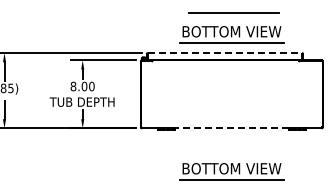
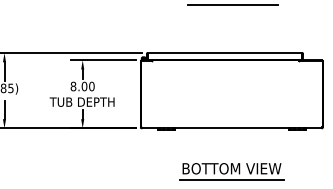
line at (233, 12) position: (233, 12) -> (232, 4)
part at (231, 34): present -> none
line at (225, 53): dashed -> solid
line at (231, 128): dashed -> solid
